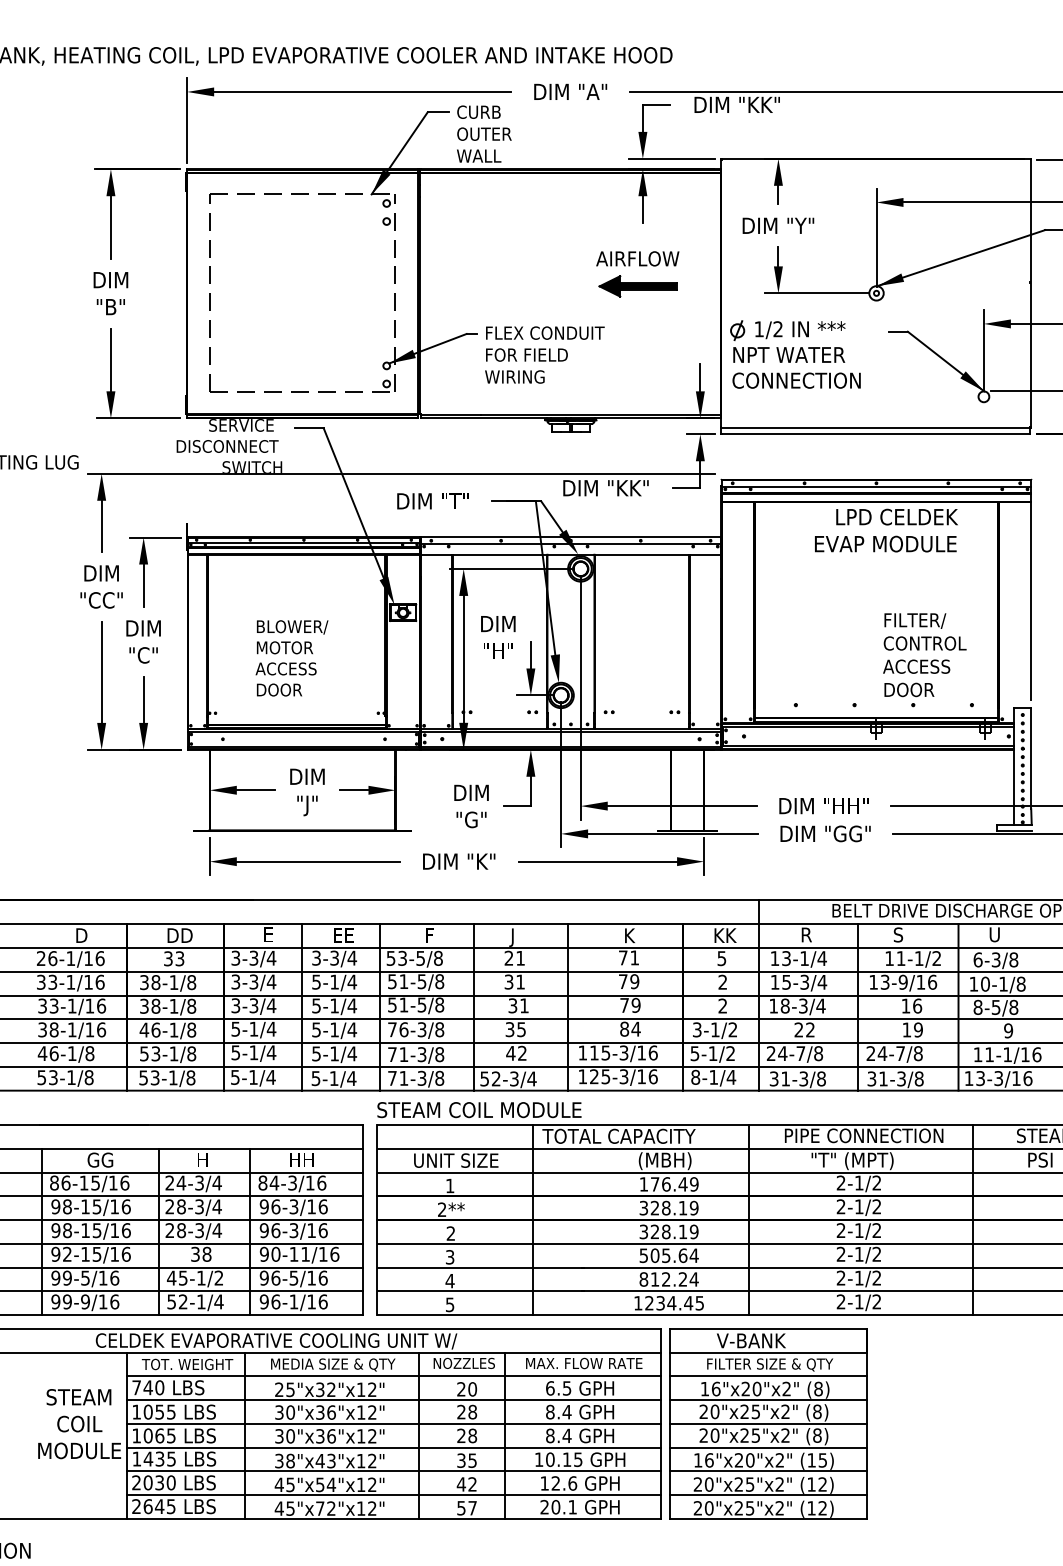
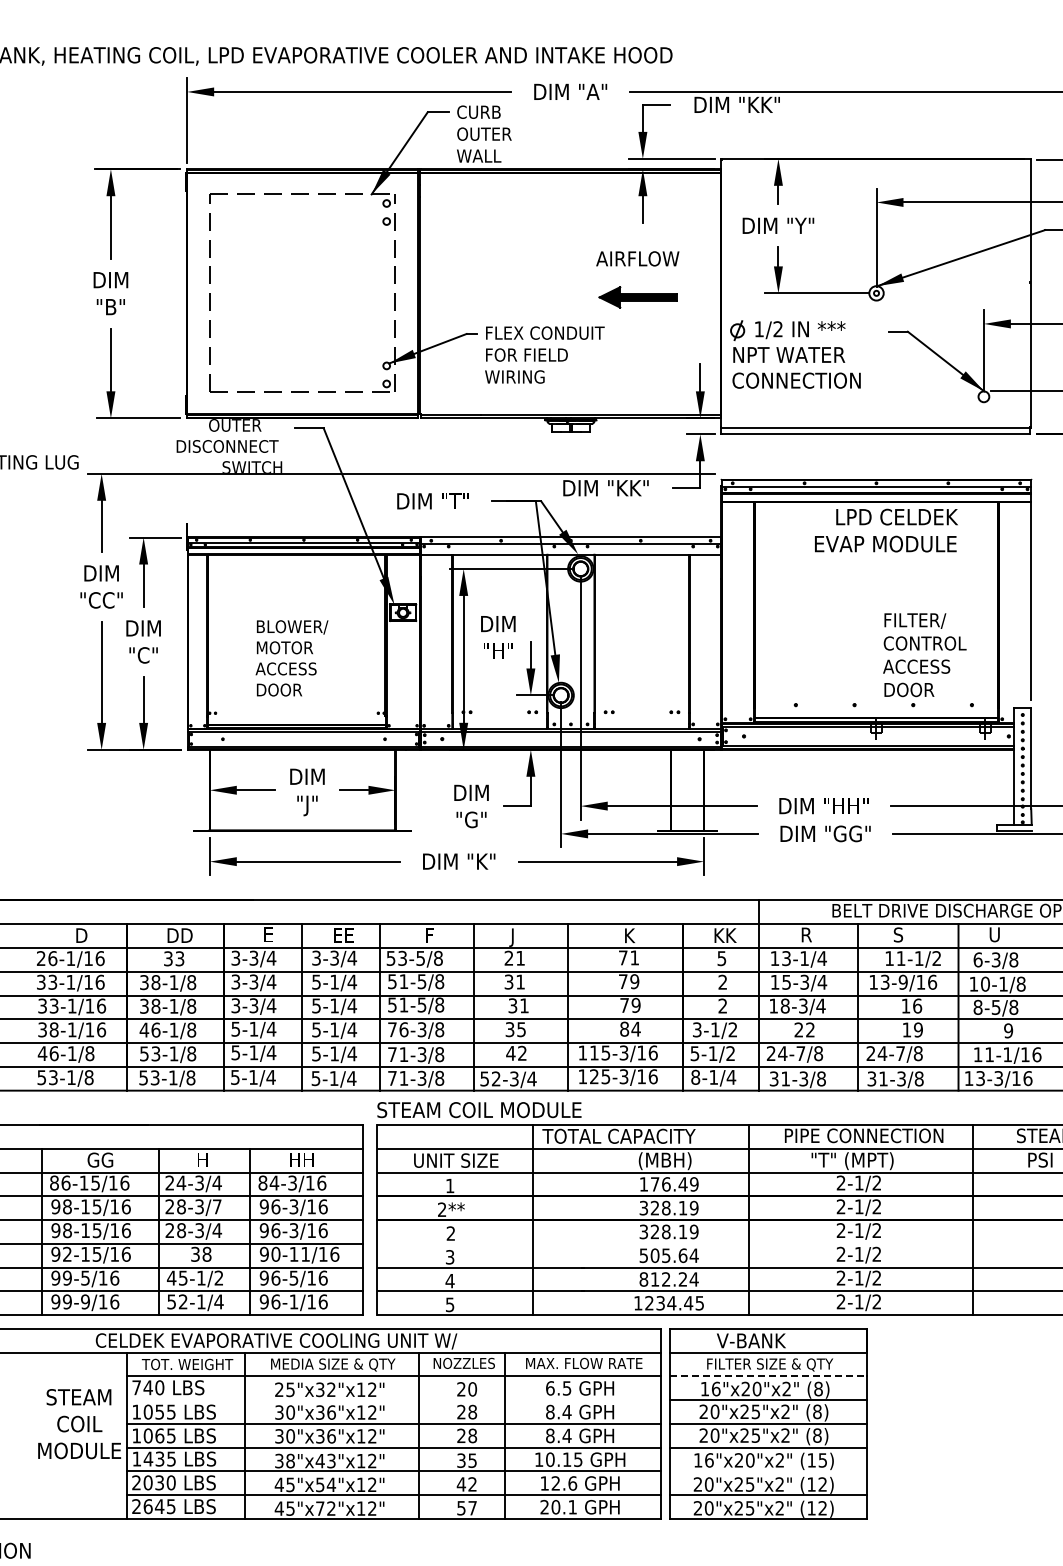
part at (637, 286) position: (637, 286) -> (637, 297)
text at (241, 425): SERVICE -> OUTER
text at (216, 1206): 28-3/4 -> 28-3/7
line at (718, 1243): present -> none
line at (768, 1376): solid -> dashed
line at (393, 1400): present -> none
line at (767, 1471): present -> none
